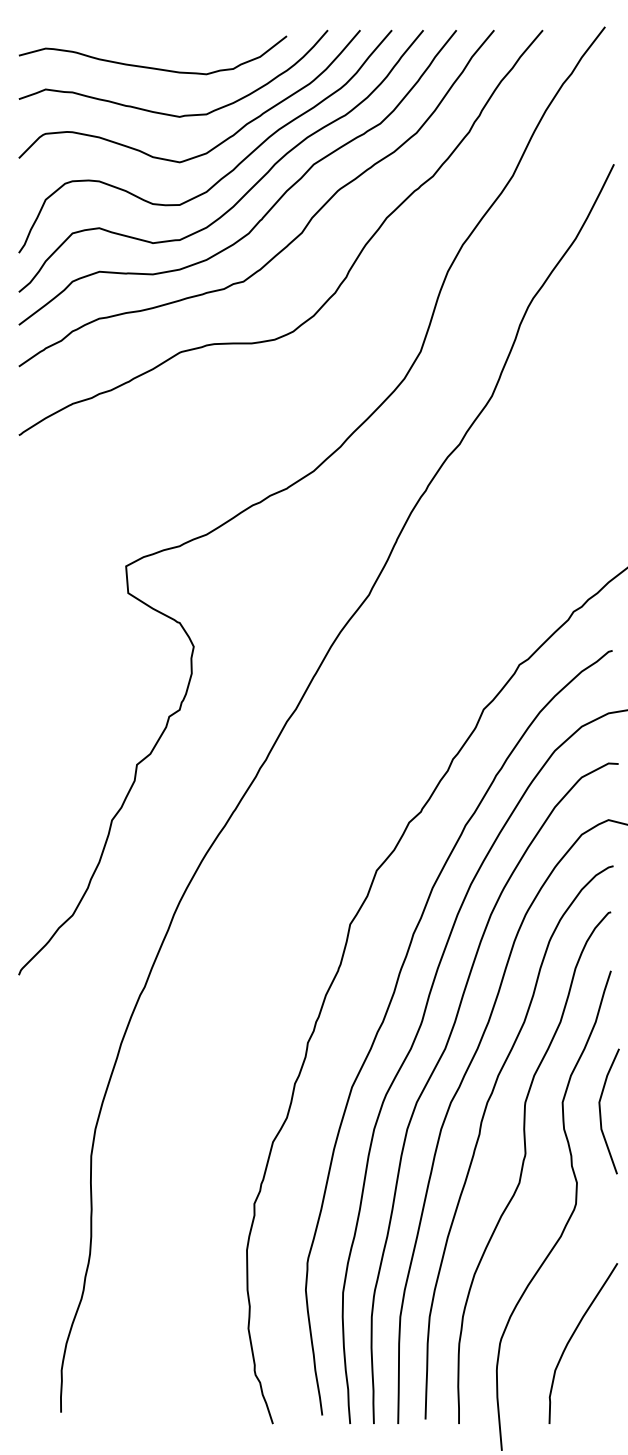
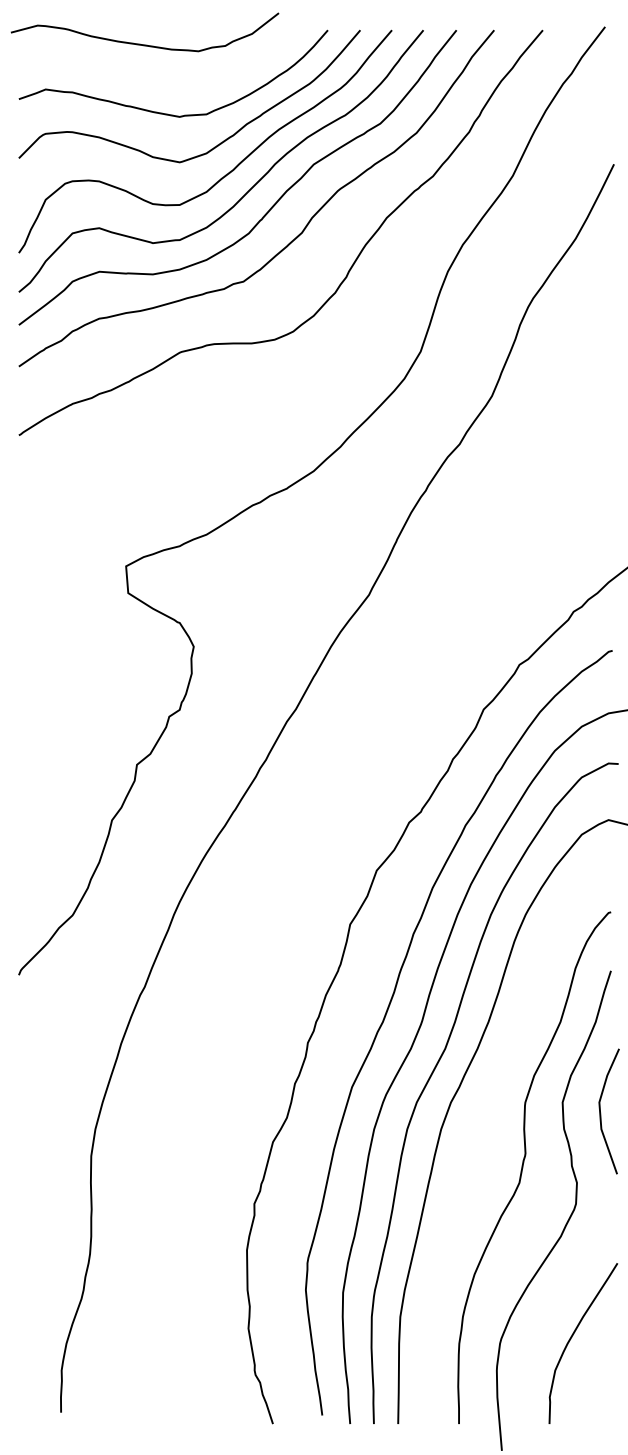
curve at (148, 66) position: (148, 66) -> (140, 43)
curve at (480, 1135): present -> none
